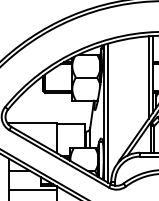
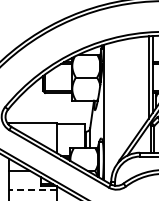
line at (107, 112): present -> none
line at (32, 190): solid -> dashed
